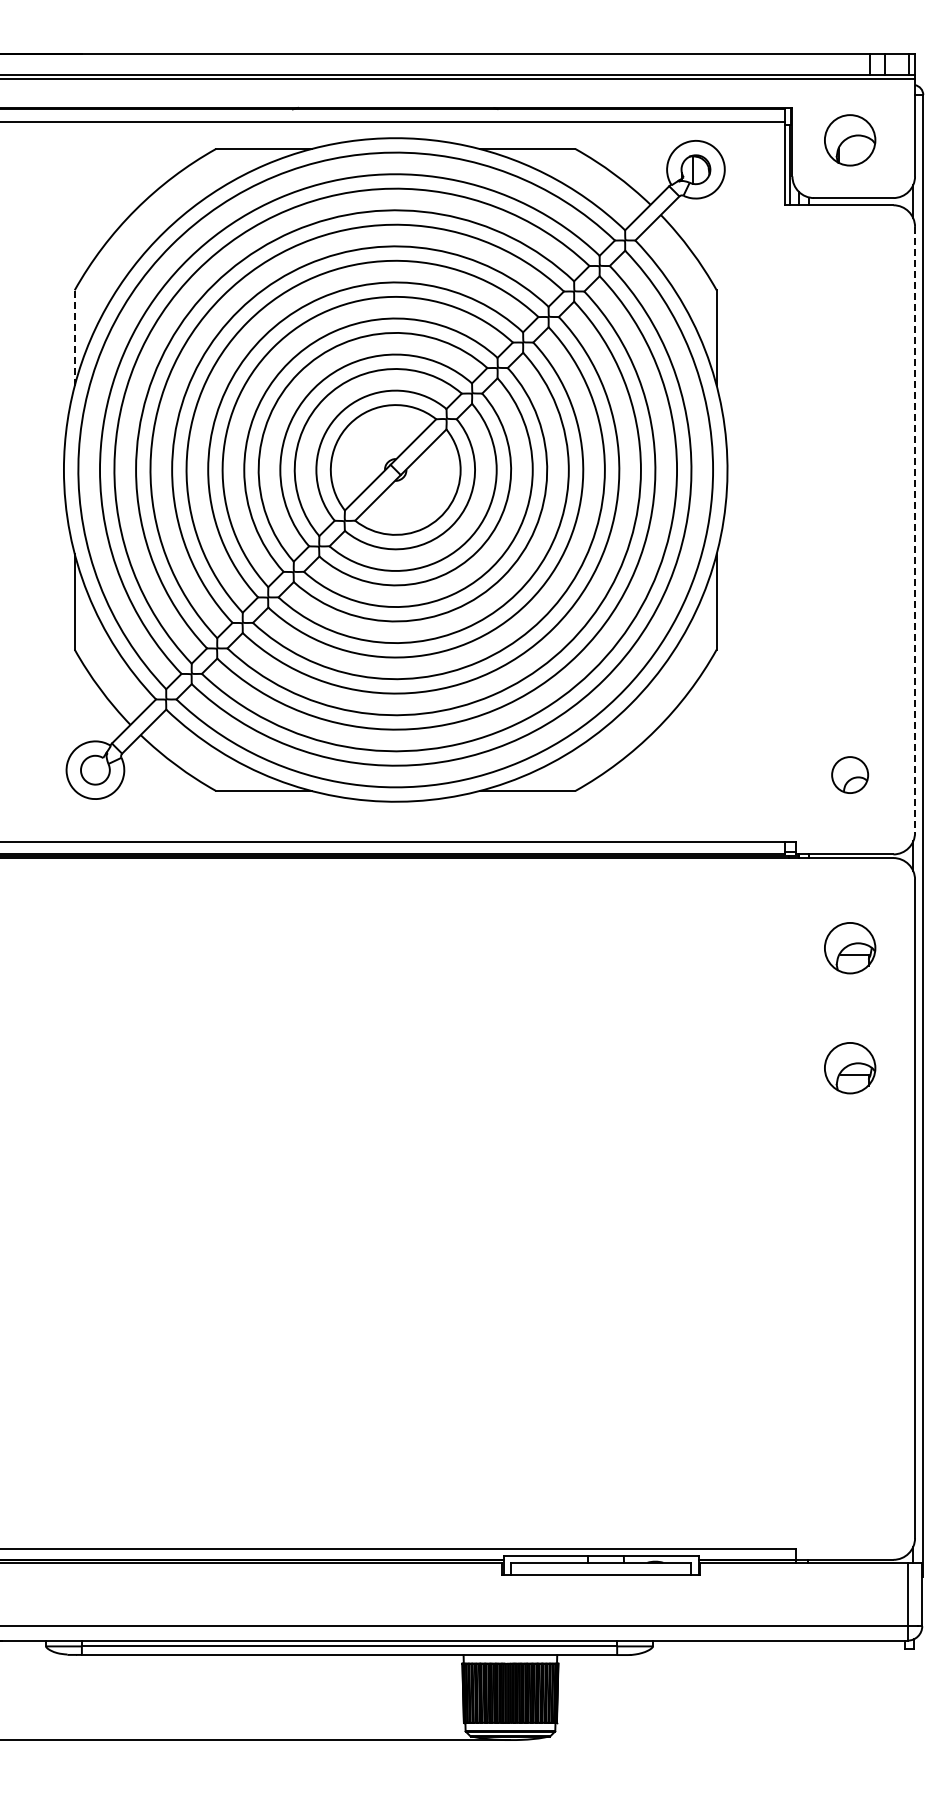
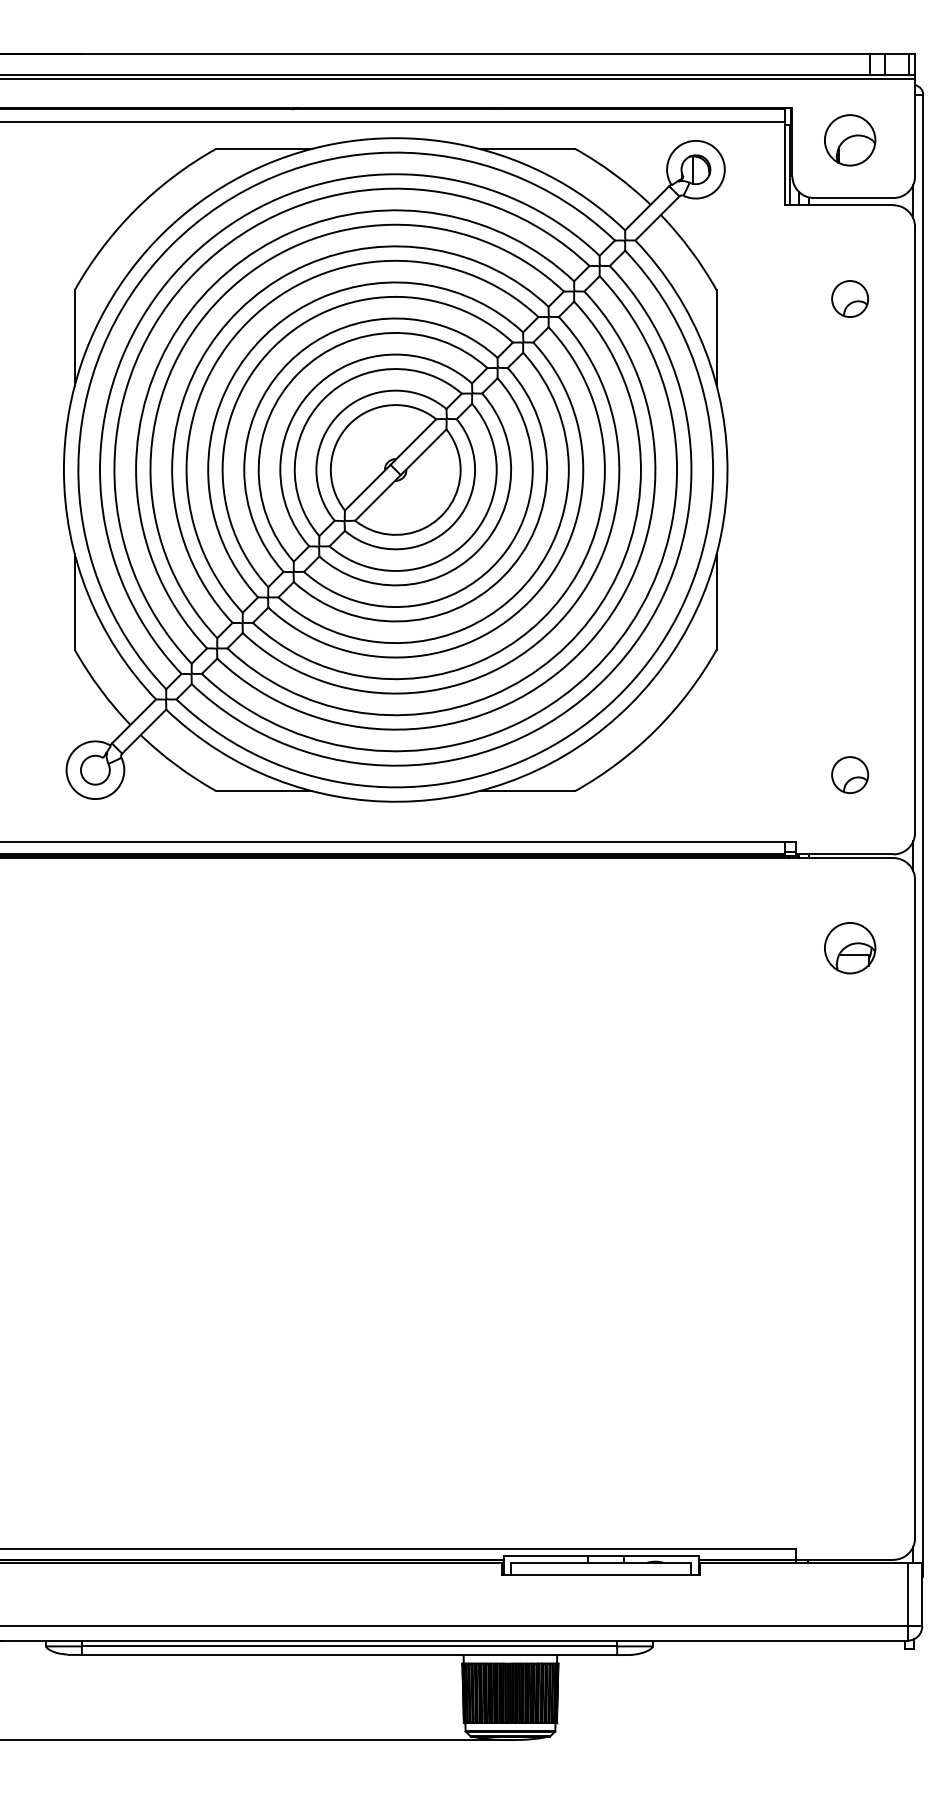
part at (850, 298): none -> present
line at (74, 338): dashed -> solid
line at (915, 529): dashed -> solid
part at (850, 1068): present -> none
